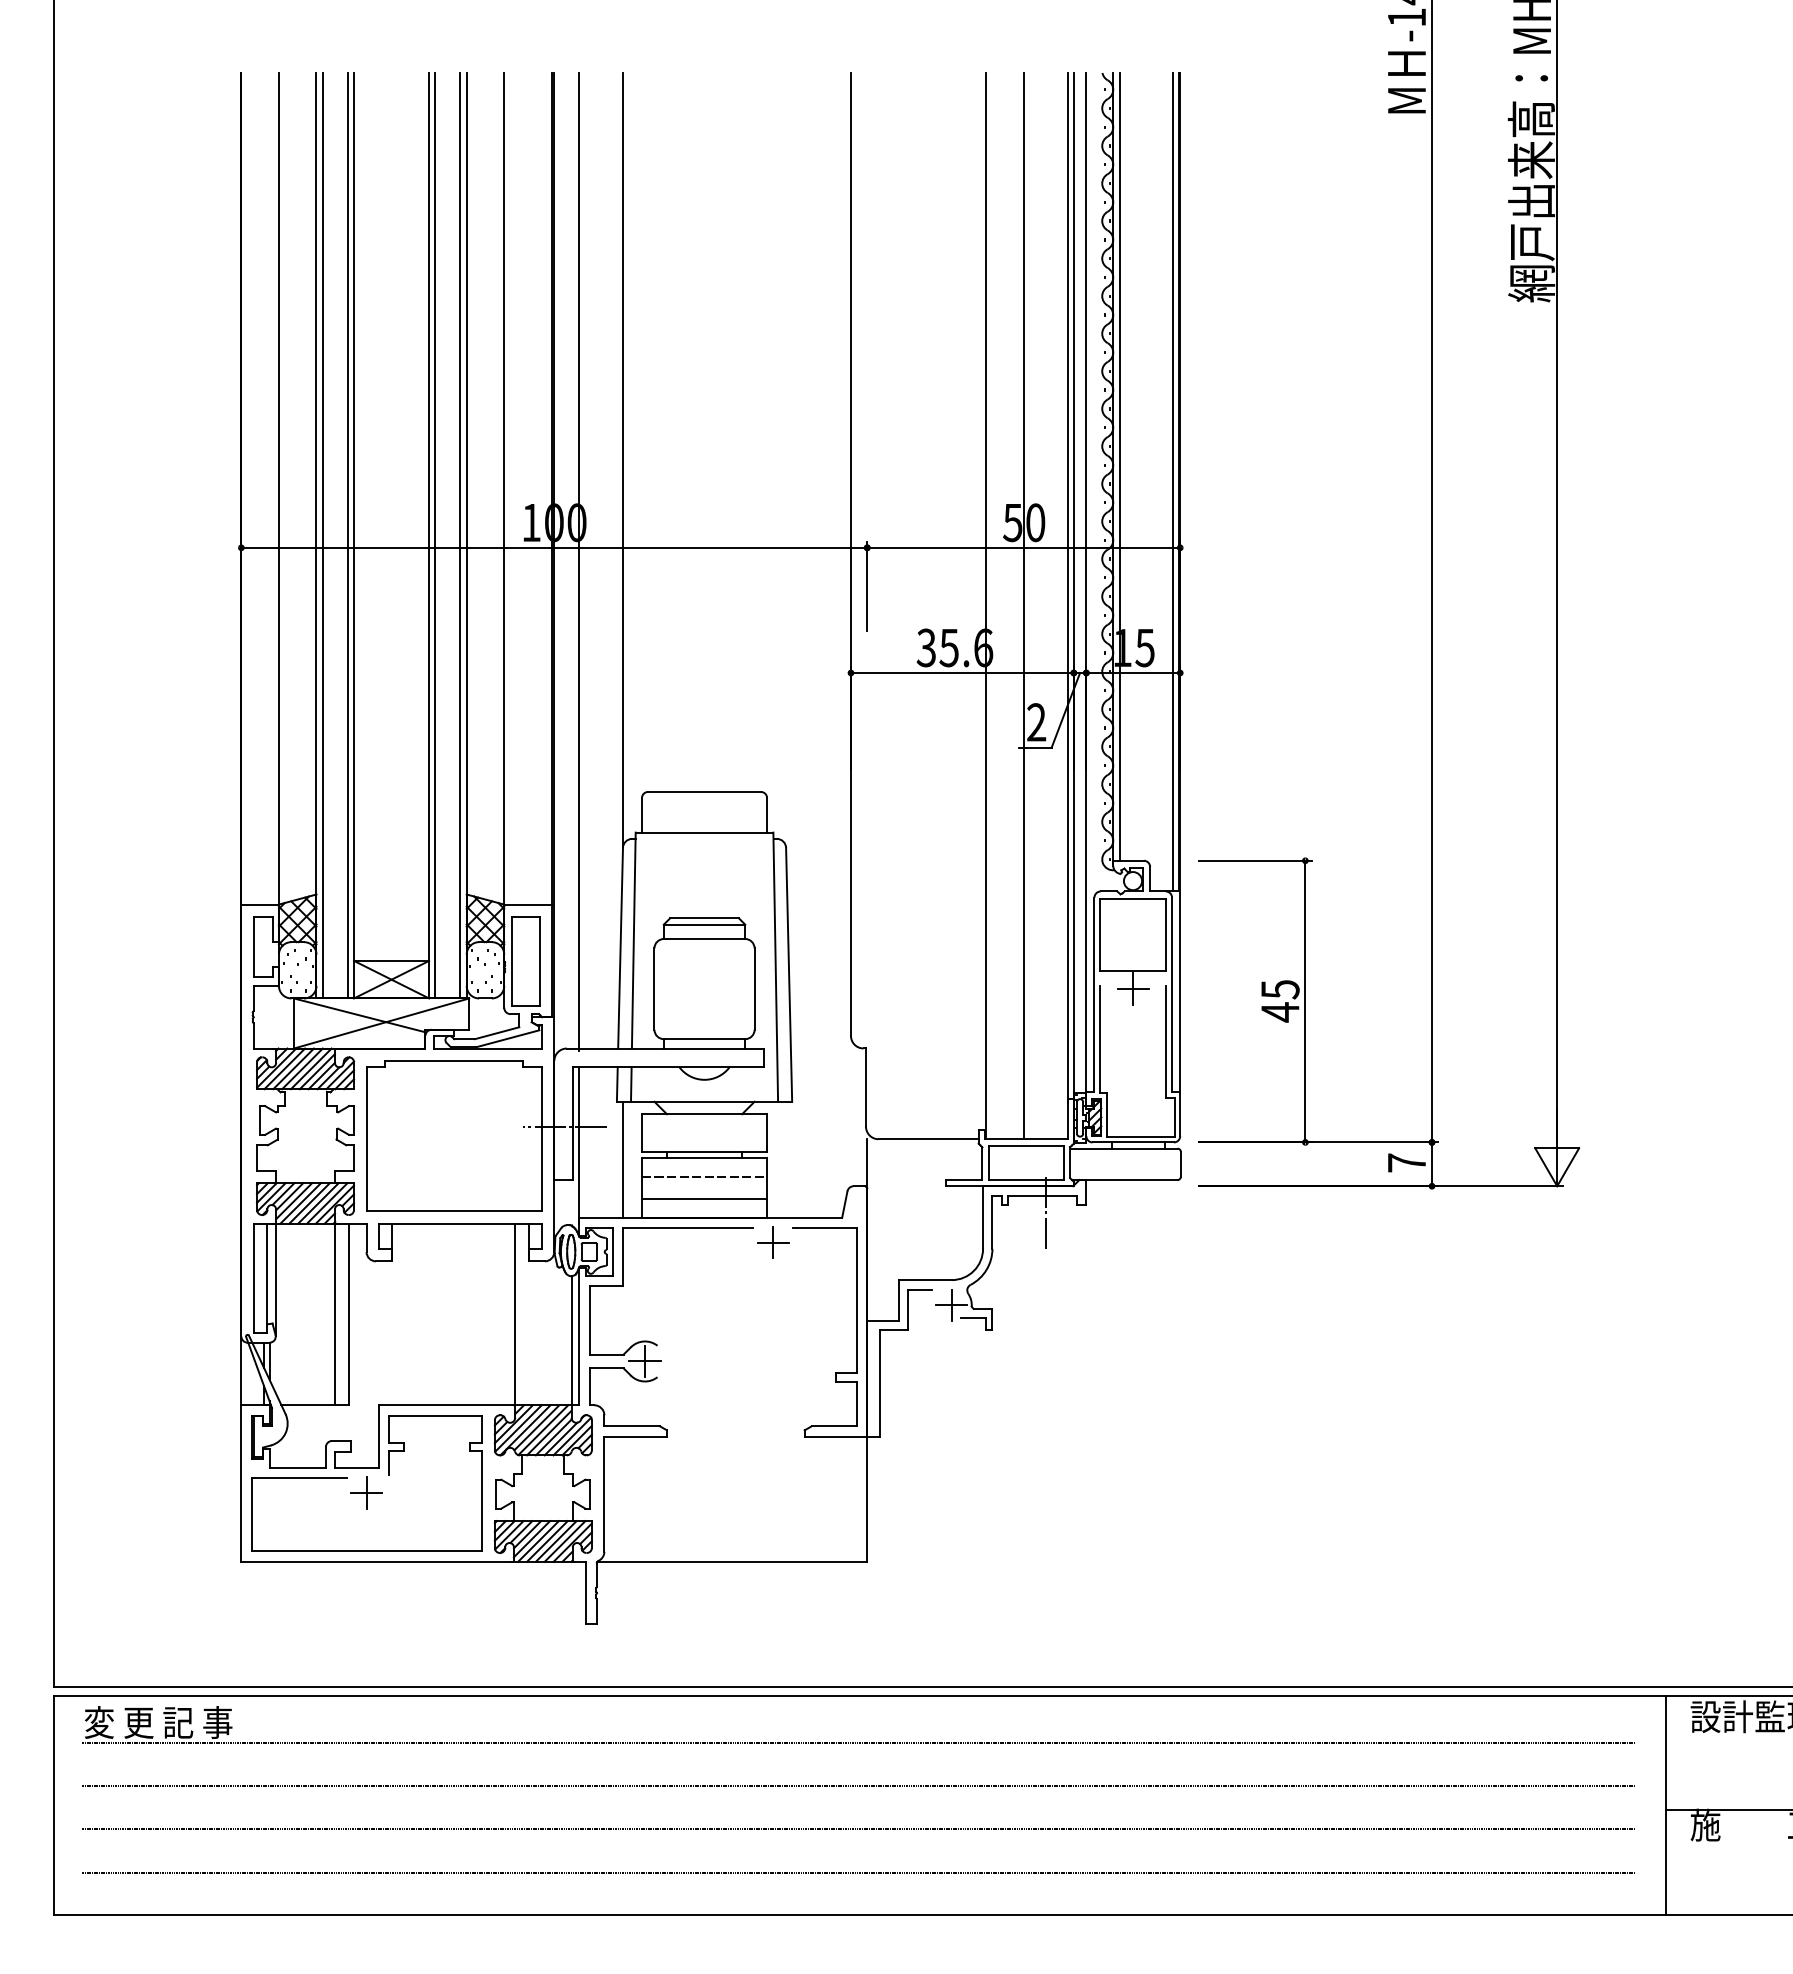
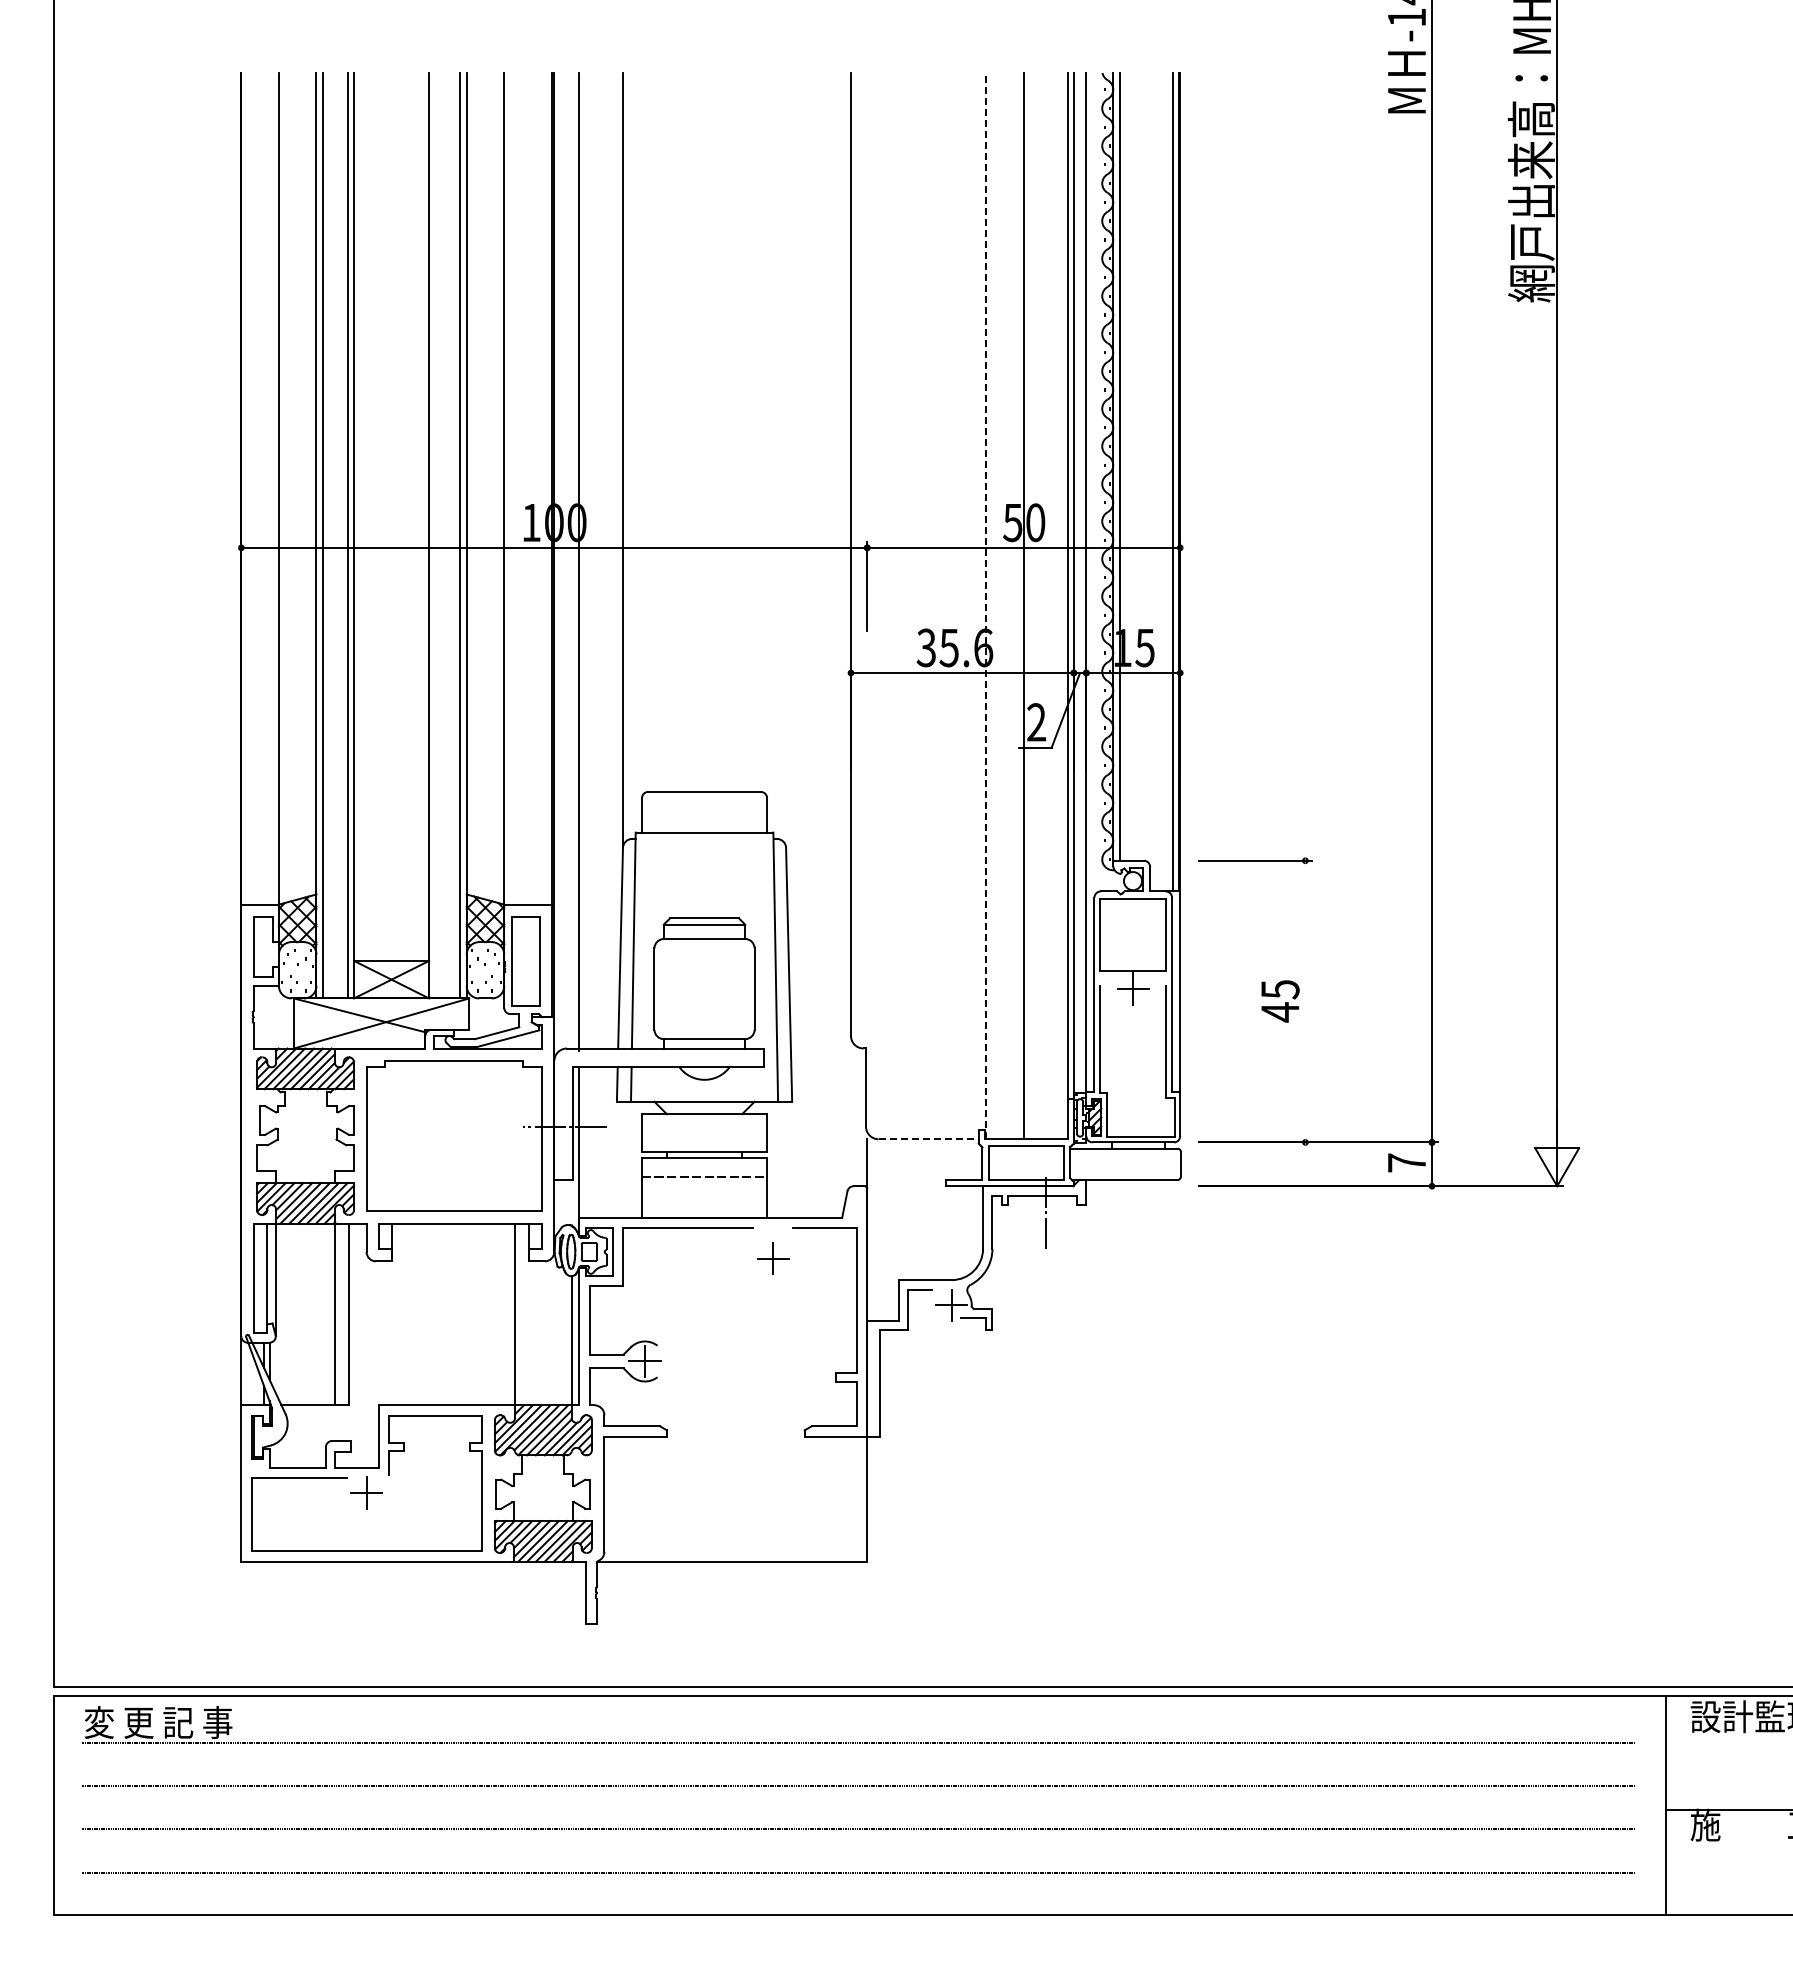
line at (435, 535): present -> none
line at (986, 605): solid -> dashed
line at (1305, 1001): present -> none
line at (929, 1139): solid -> dashed
line at (623, 1159): present -> none
line at (704, 1198): present -> none
part at (773, 1242) position: (773, 1242) -> (773, 1258)
